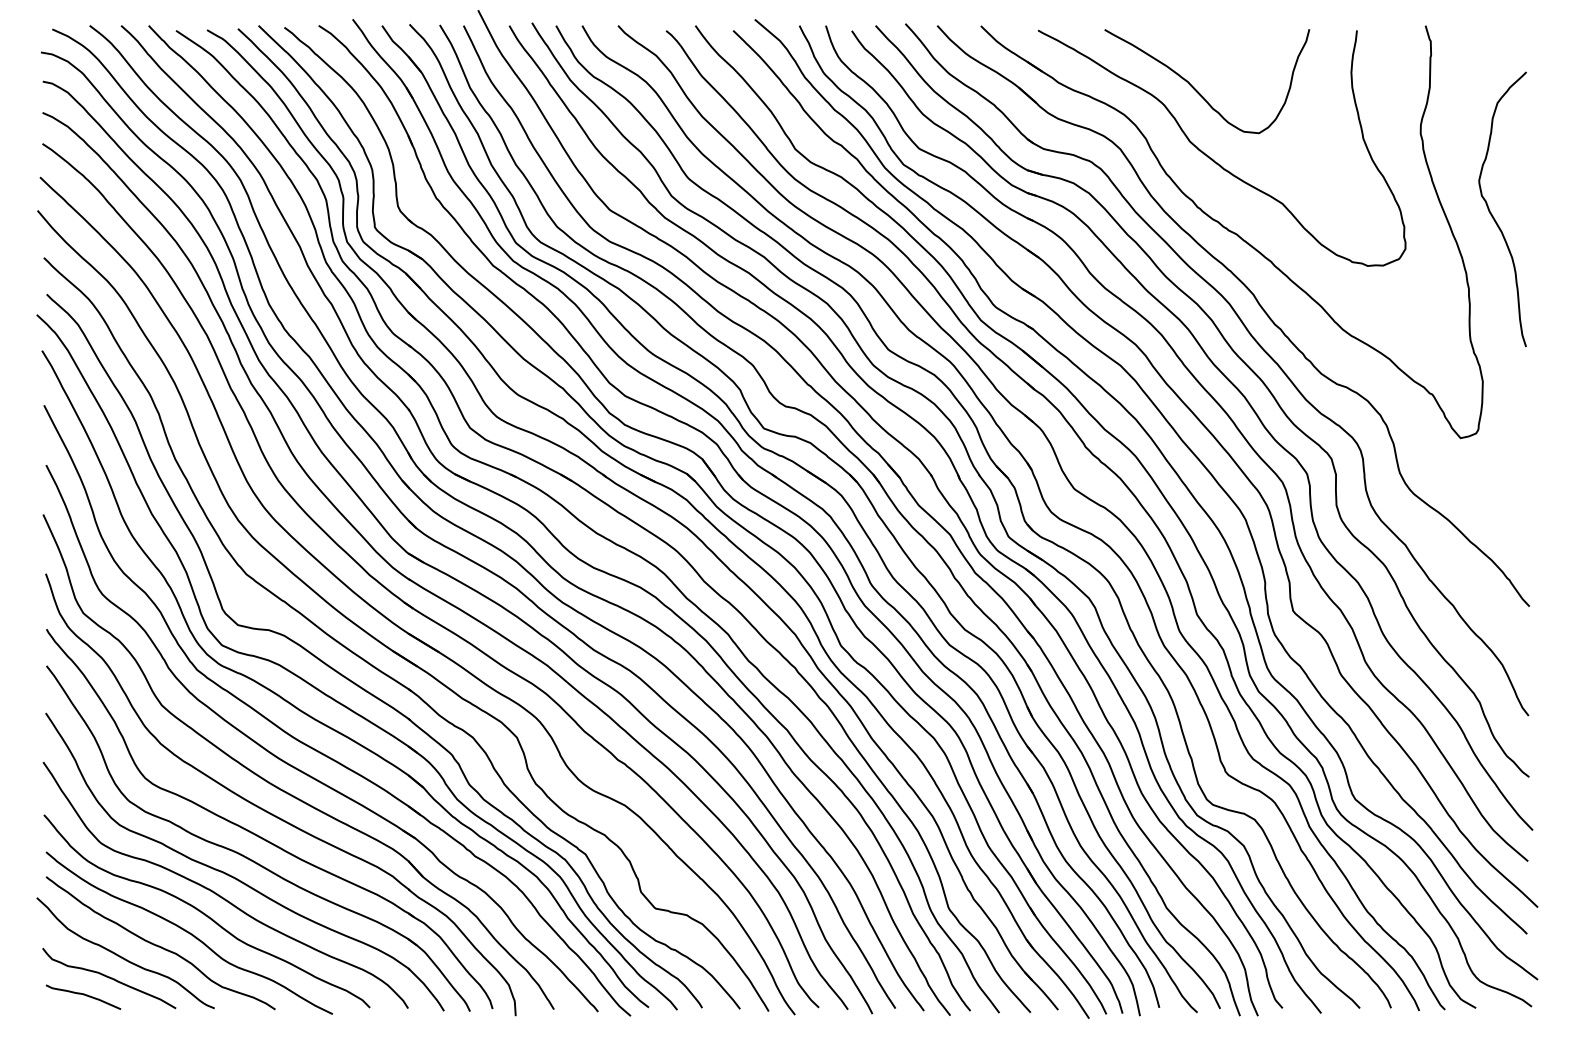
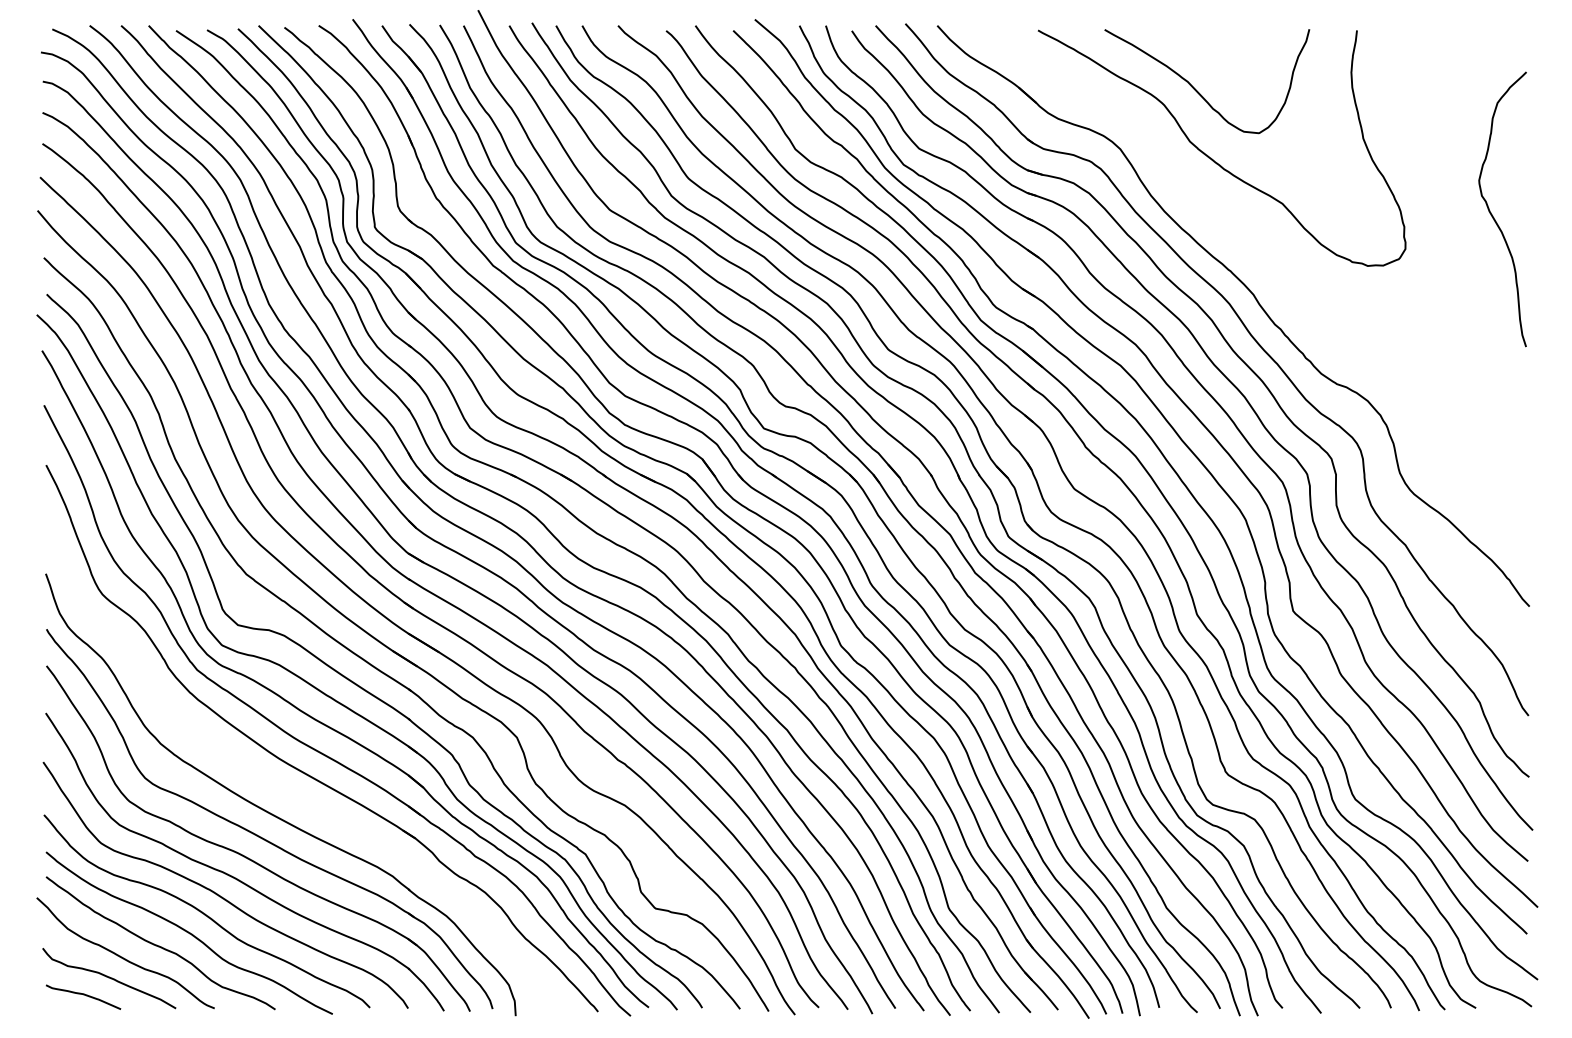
part at (1231, 232): present -> none
part at (281, 788): present -> none
